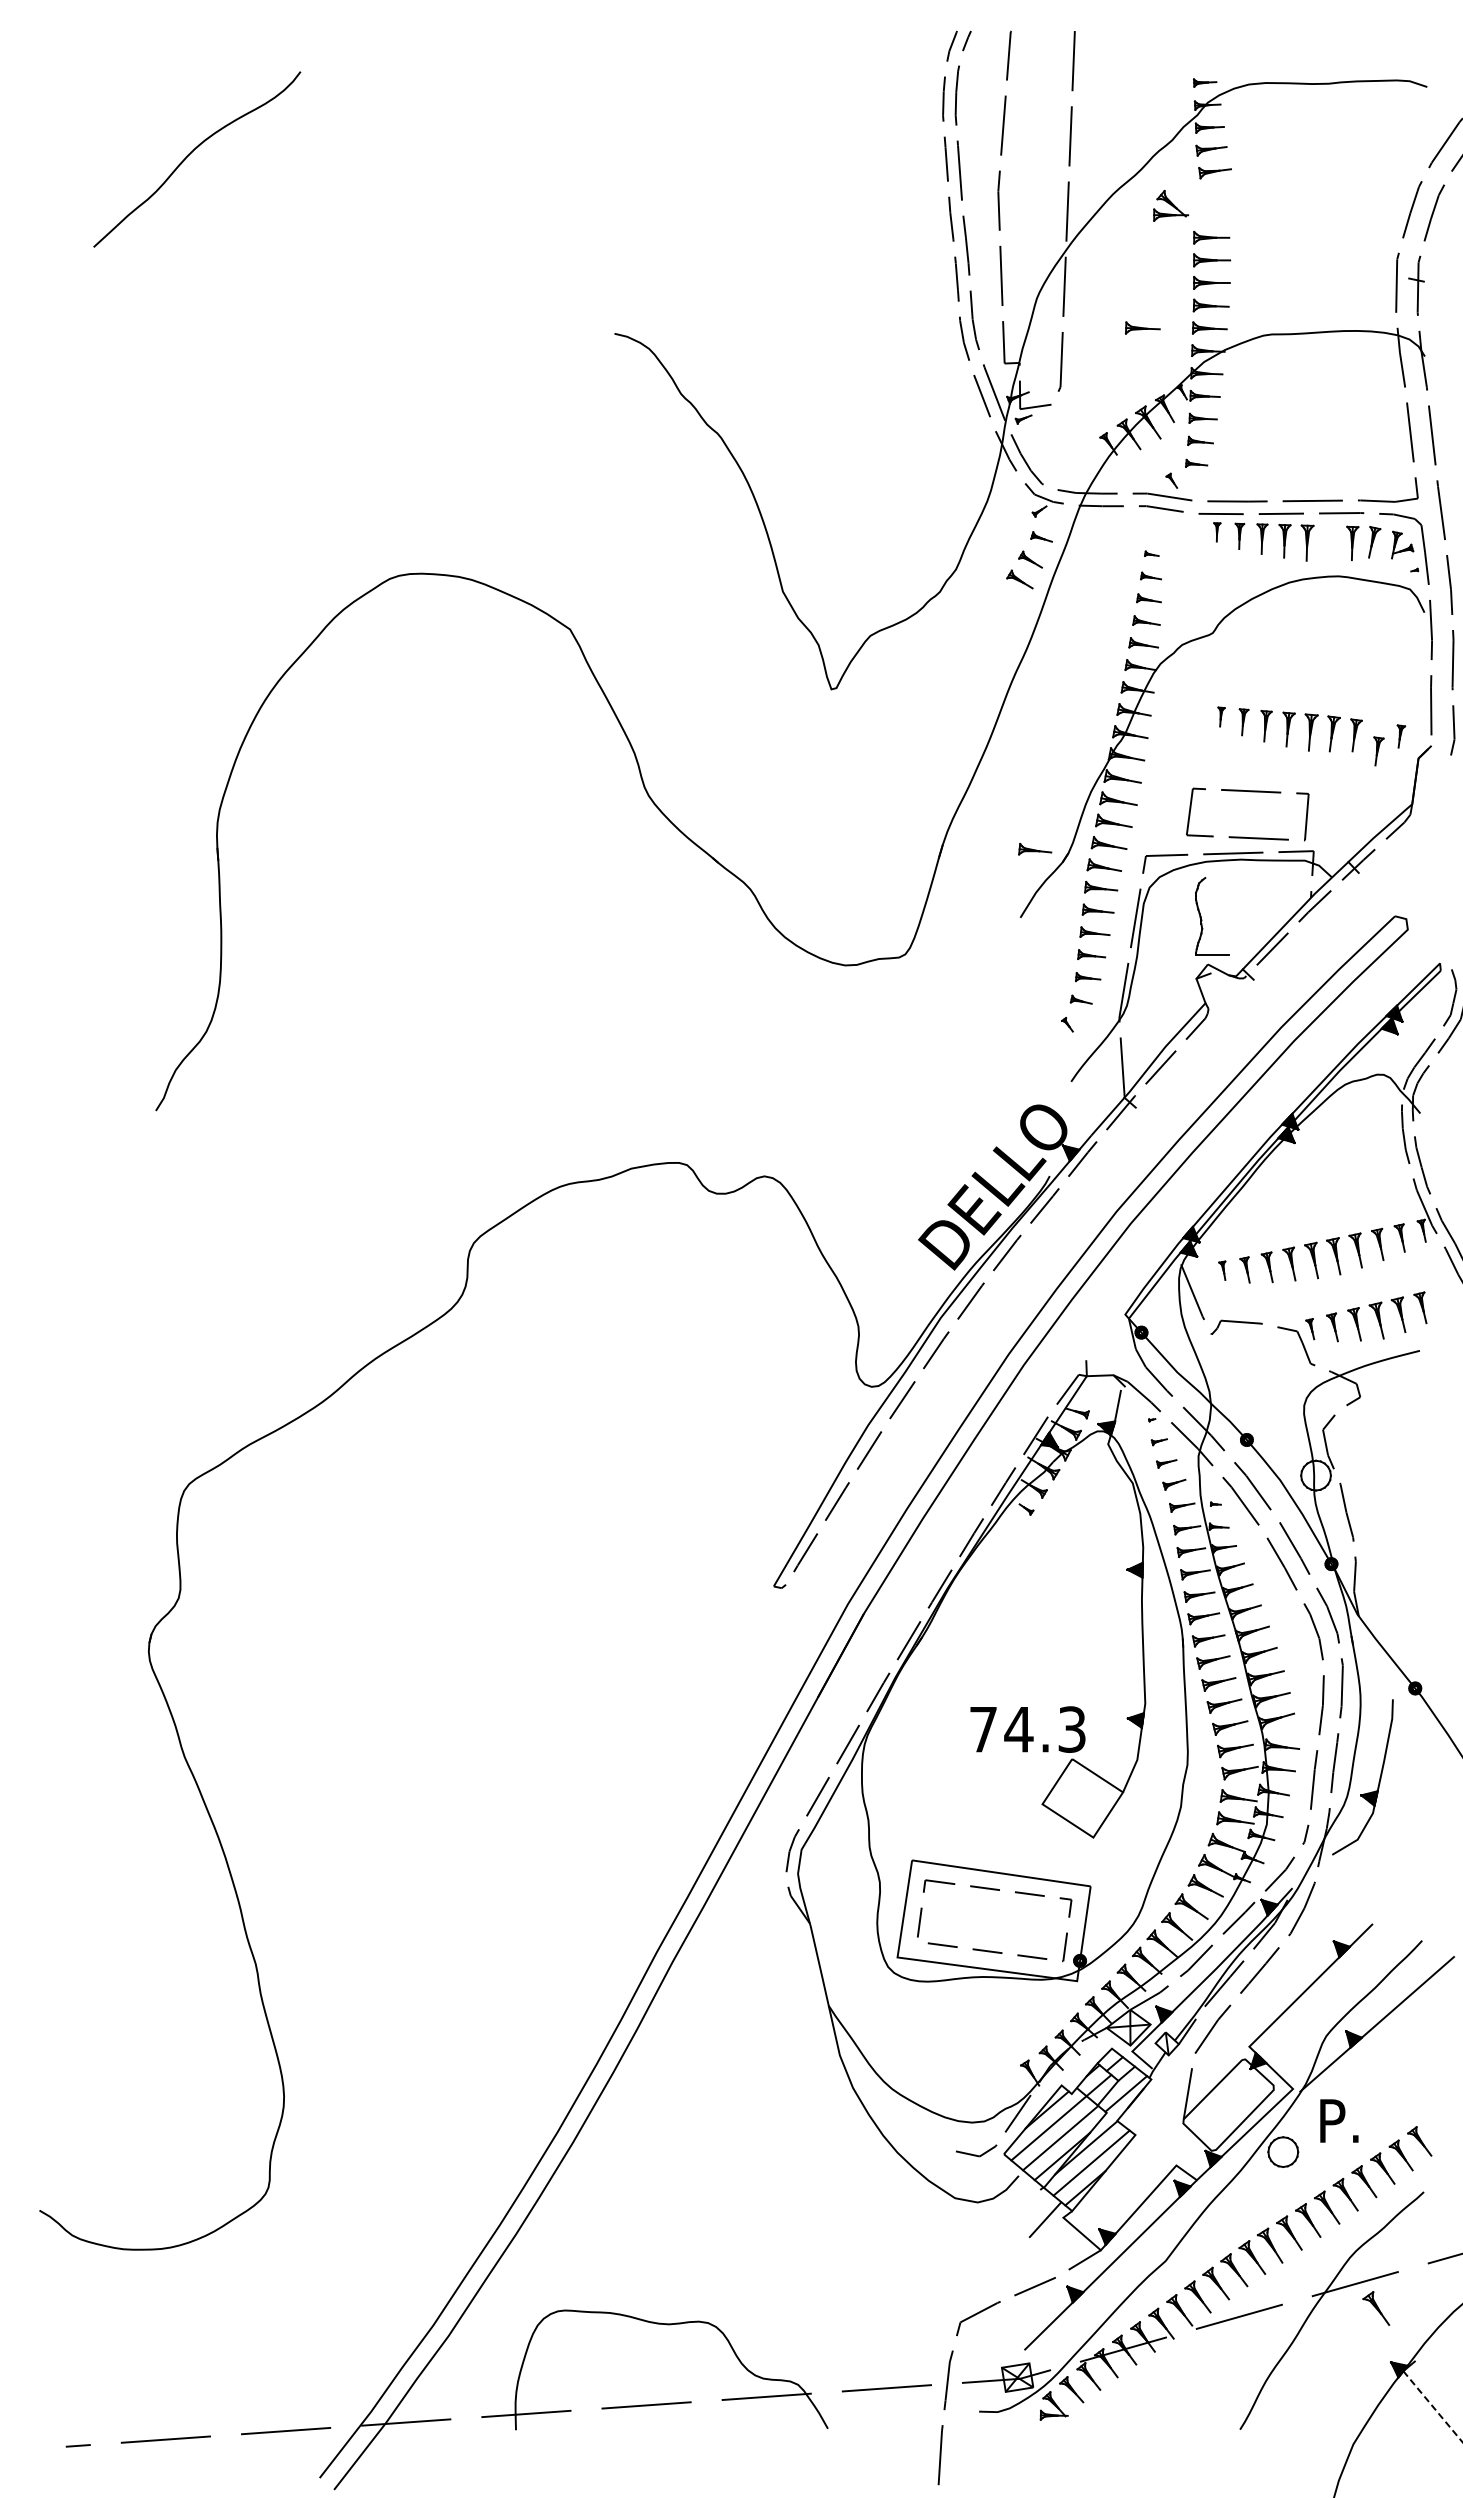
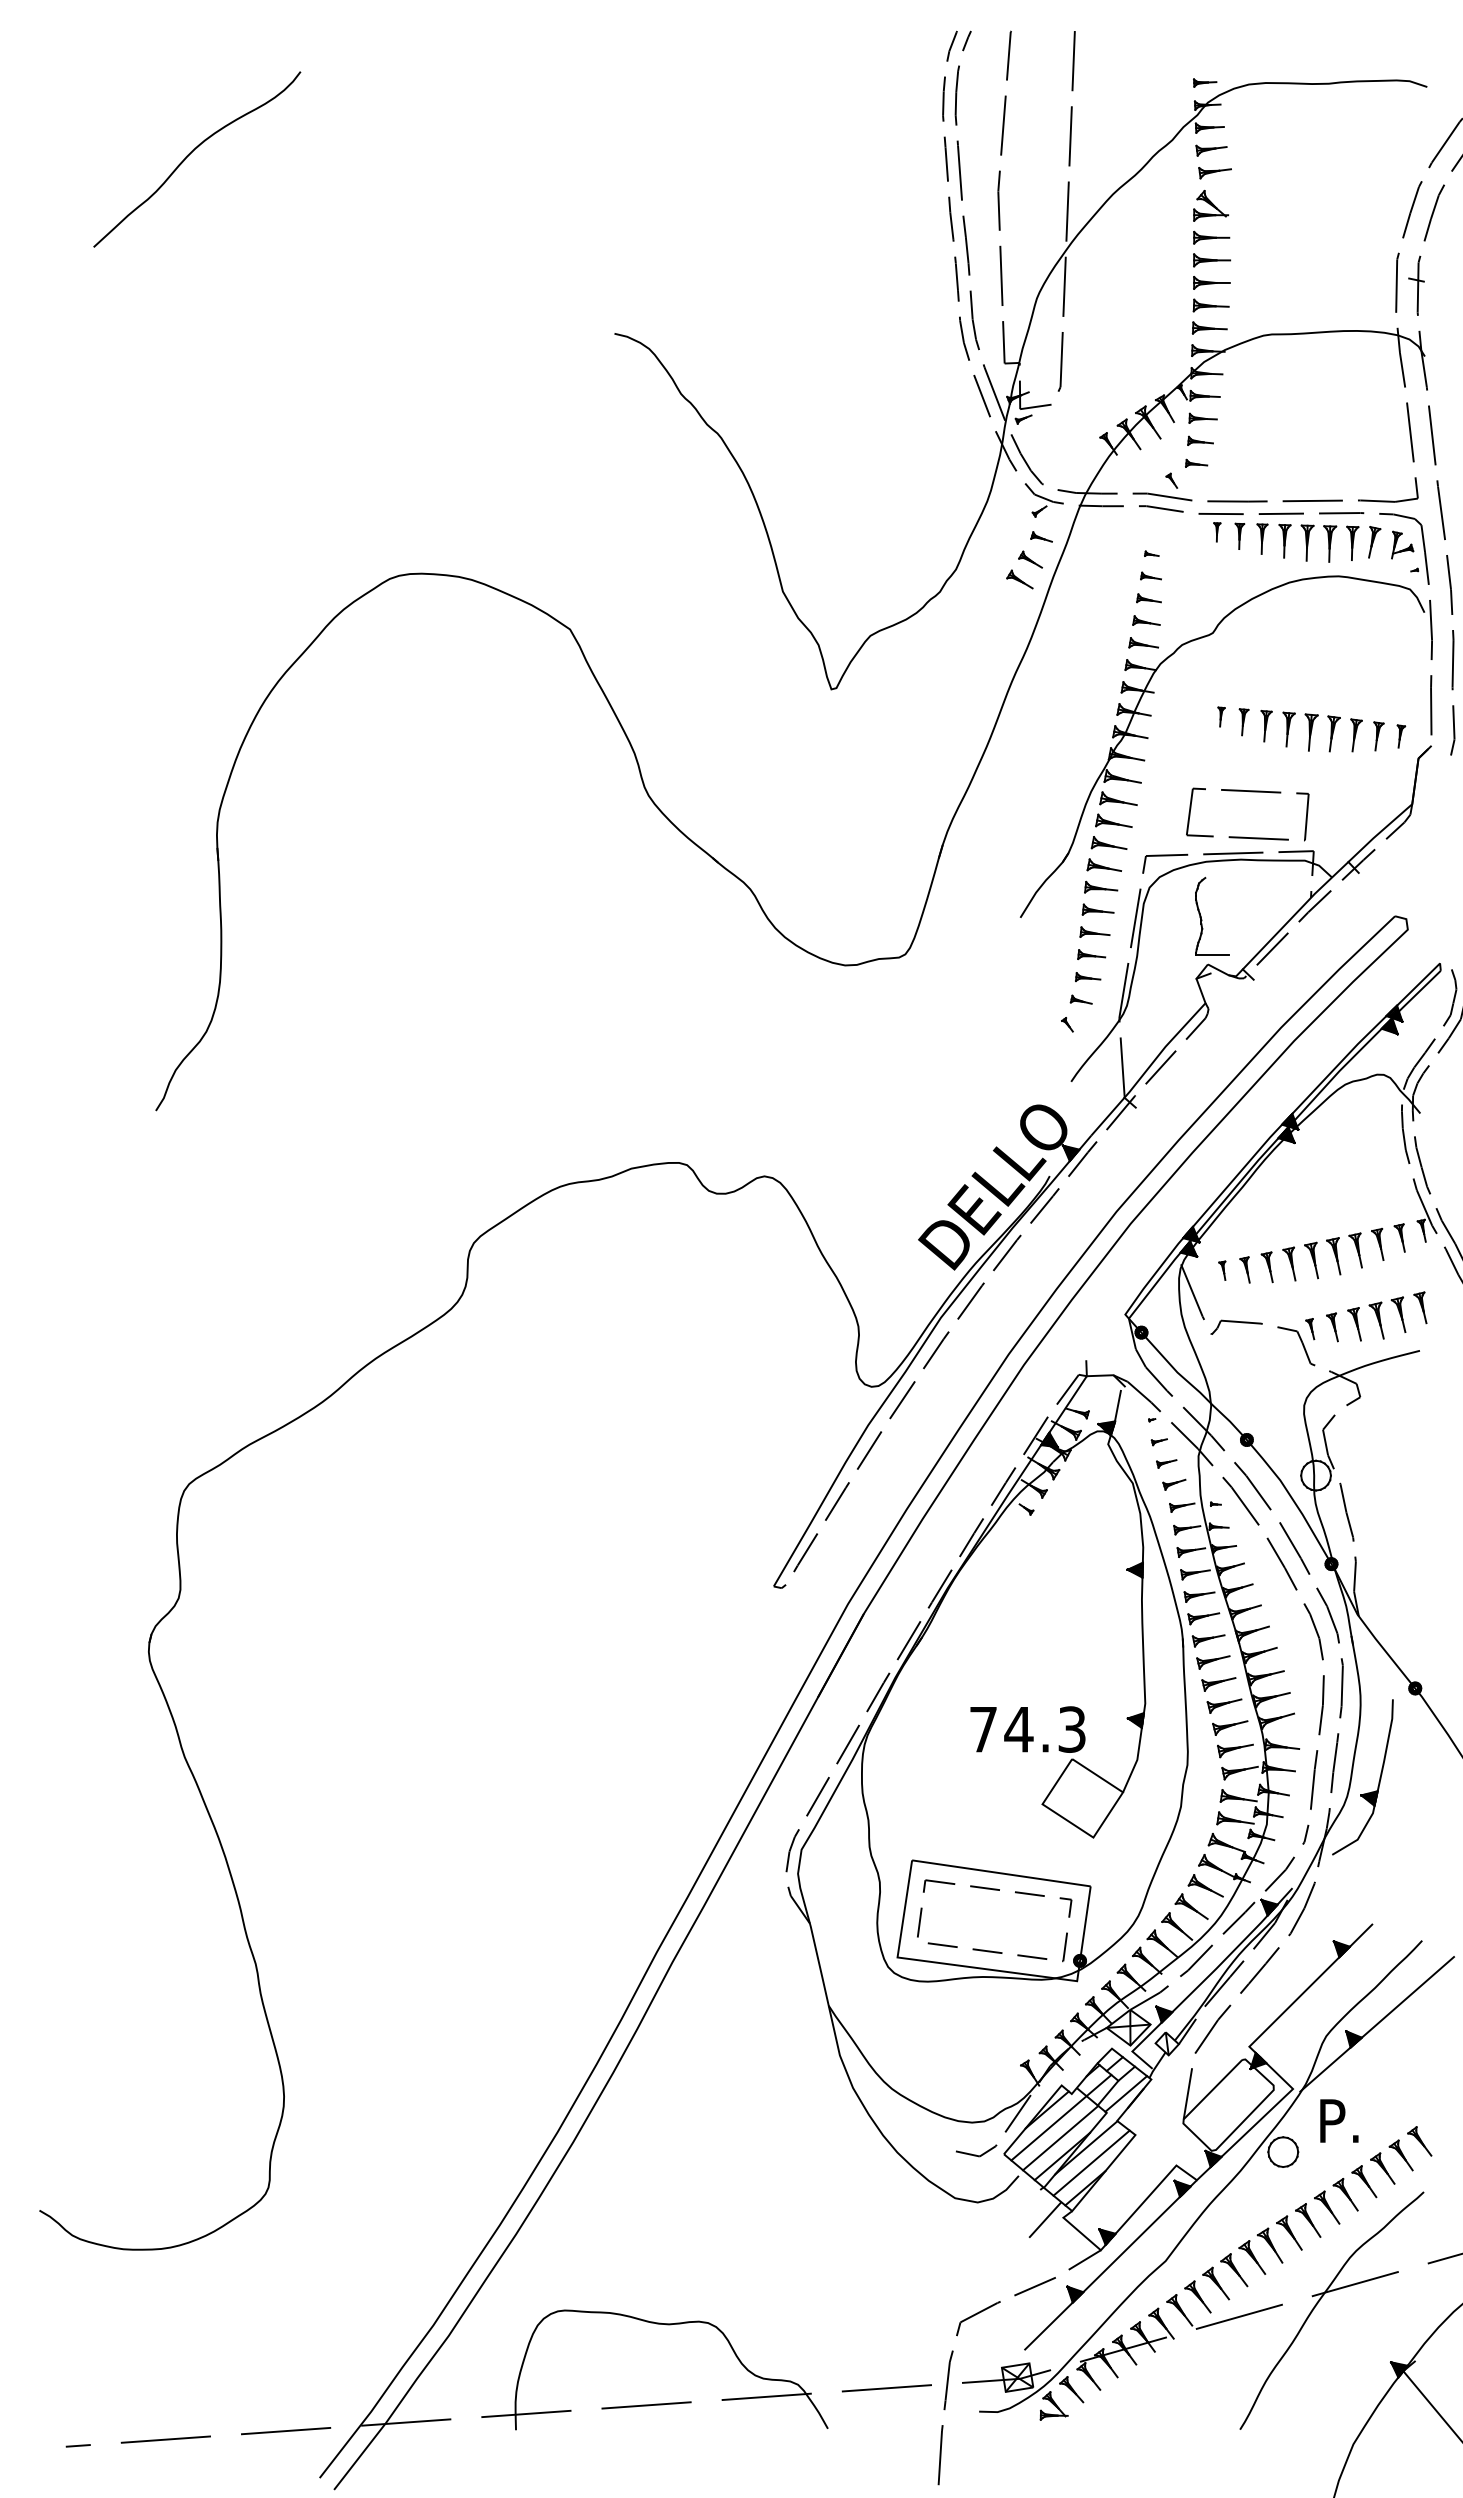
part at (1171, 205) position: (1171, 205) -> (1211, 205)
part at (1142, 327): present -> none
part at (1330, 543): none -> present
part at (1378, 751) position: (1378, 751) -> (1378, 736)
part at (1035, 848): present -> none
part at (1376, 2308): present -> none
line at (1433, 2407): dashed -> solid
